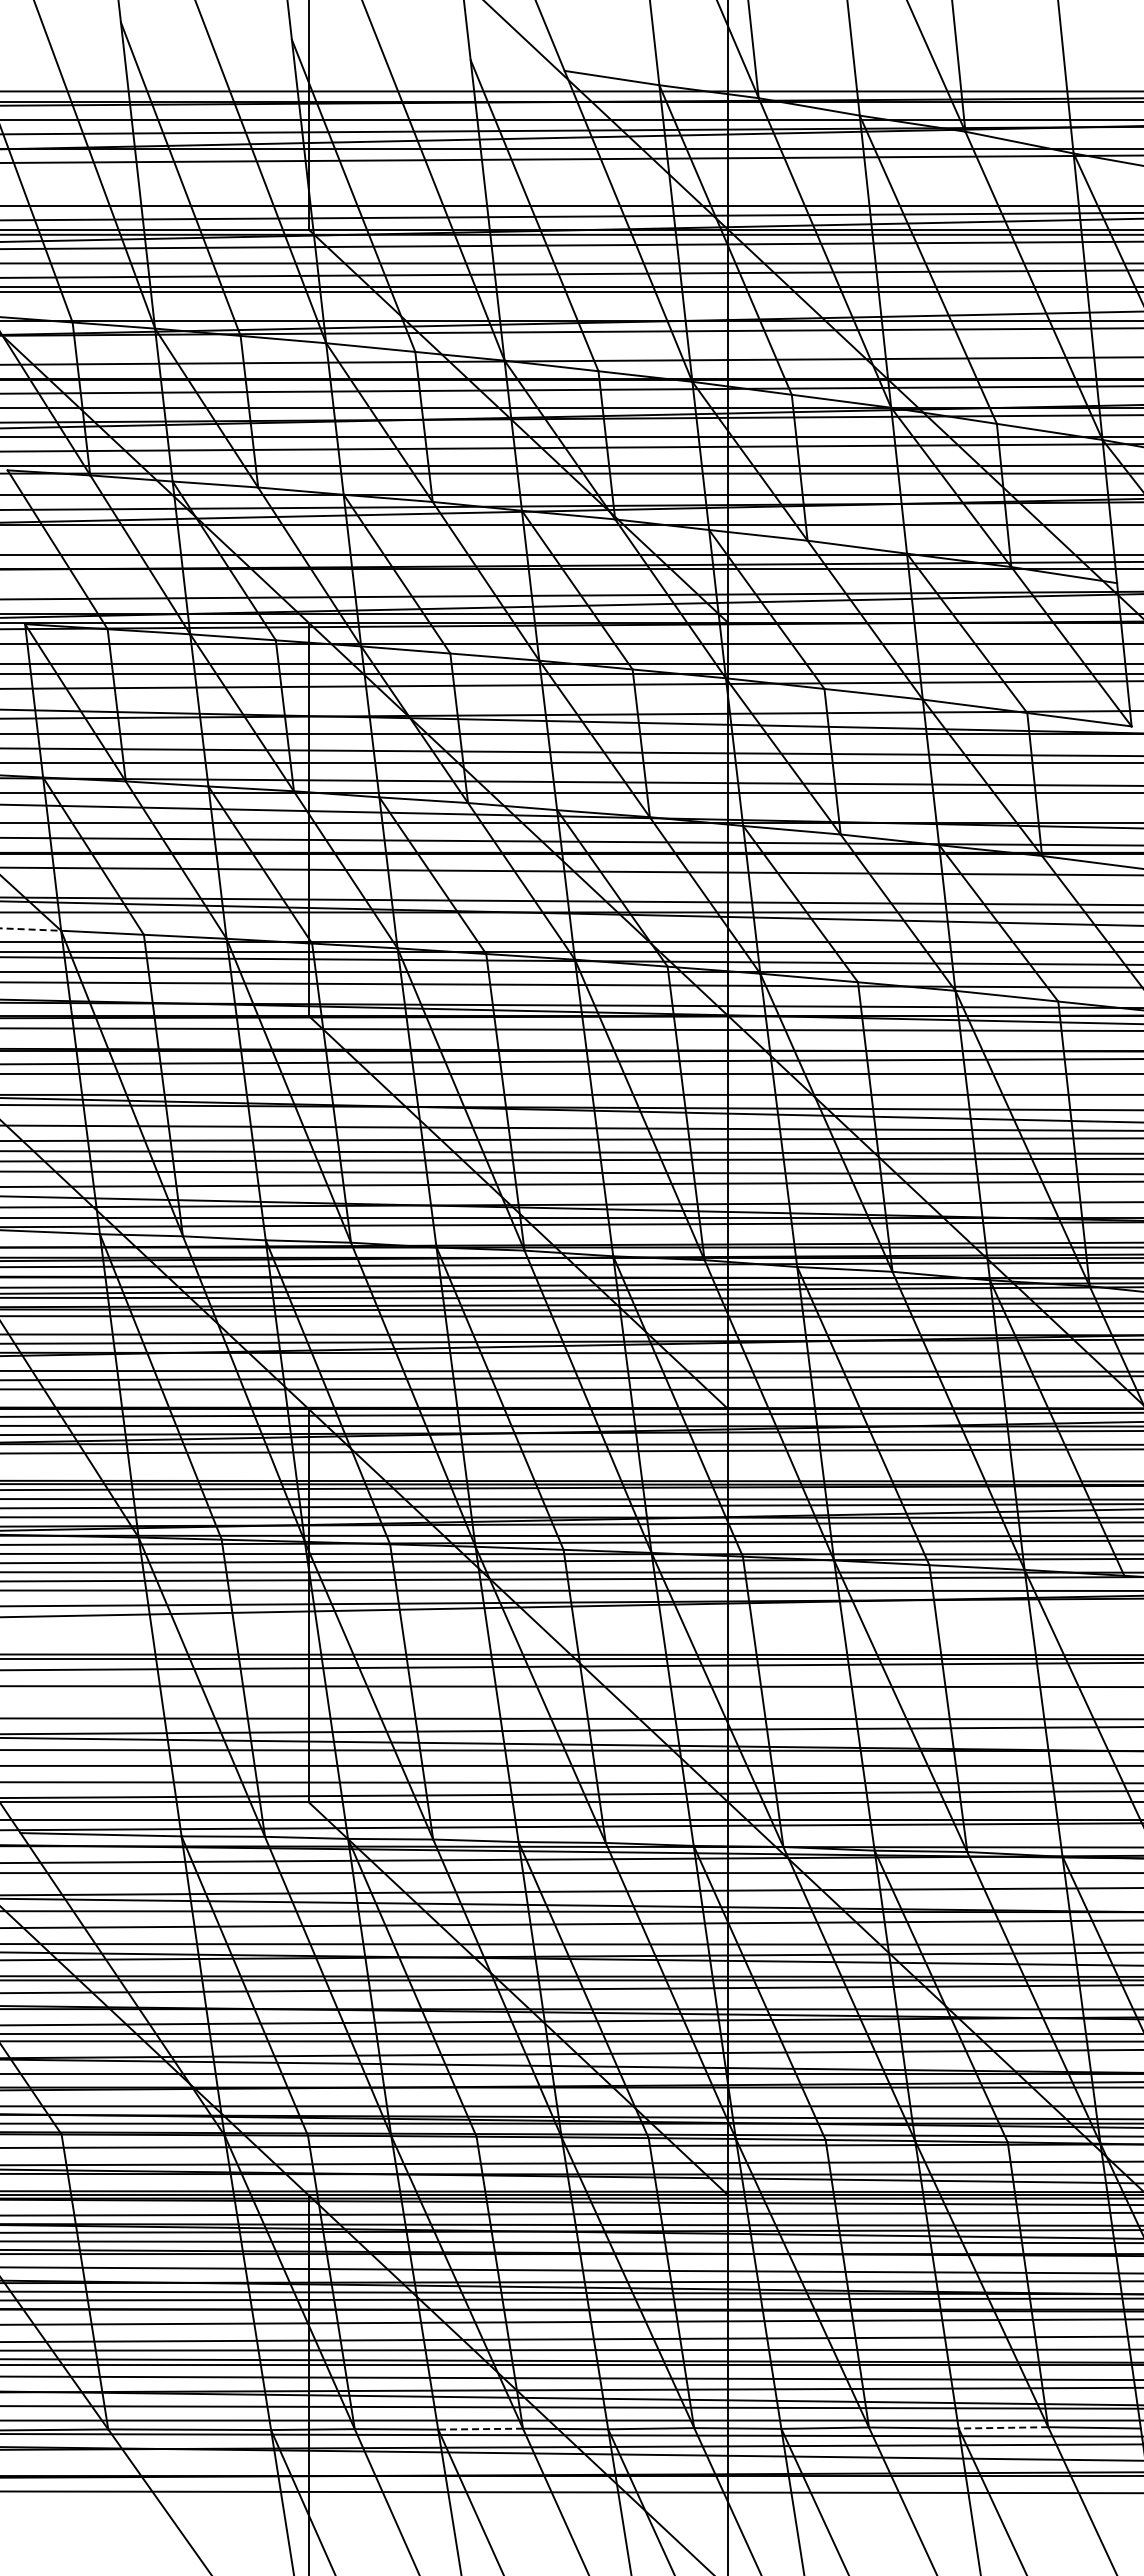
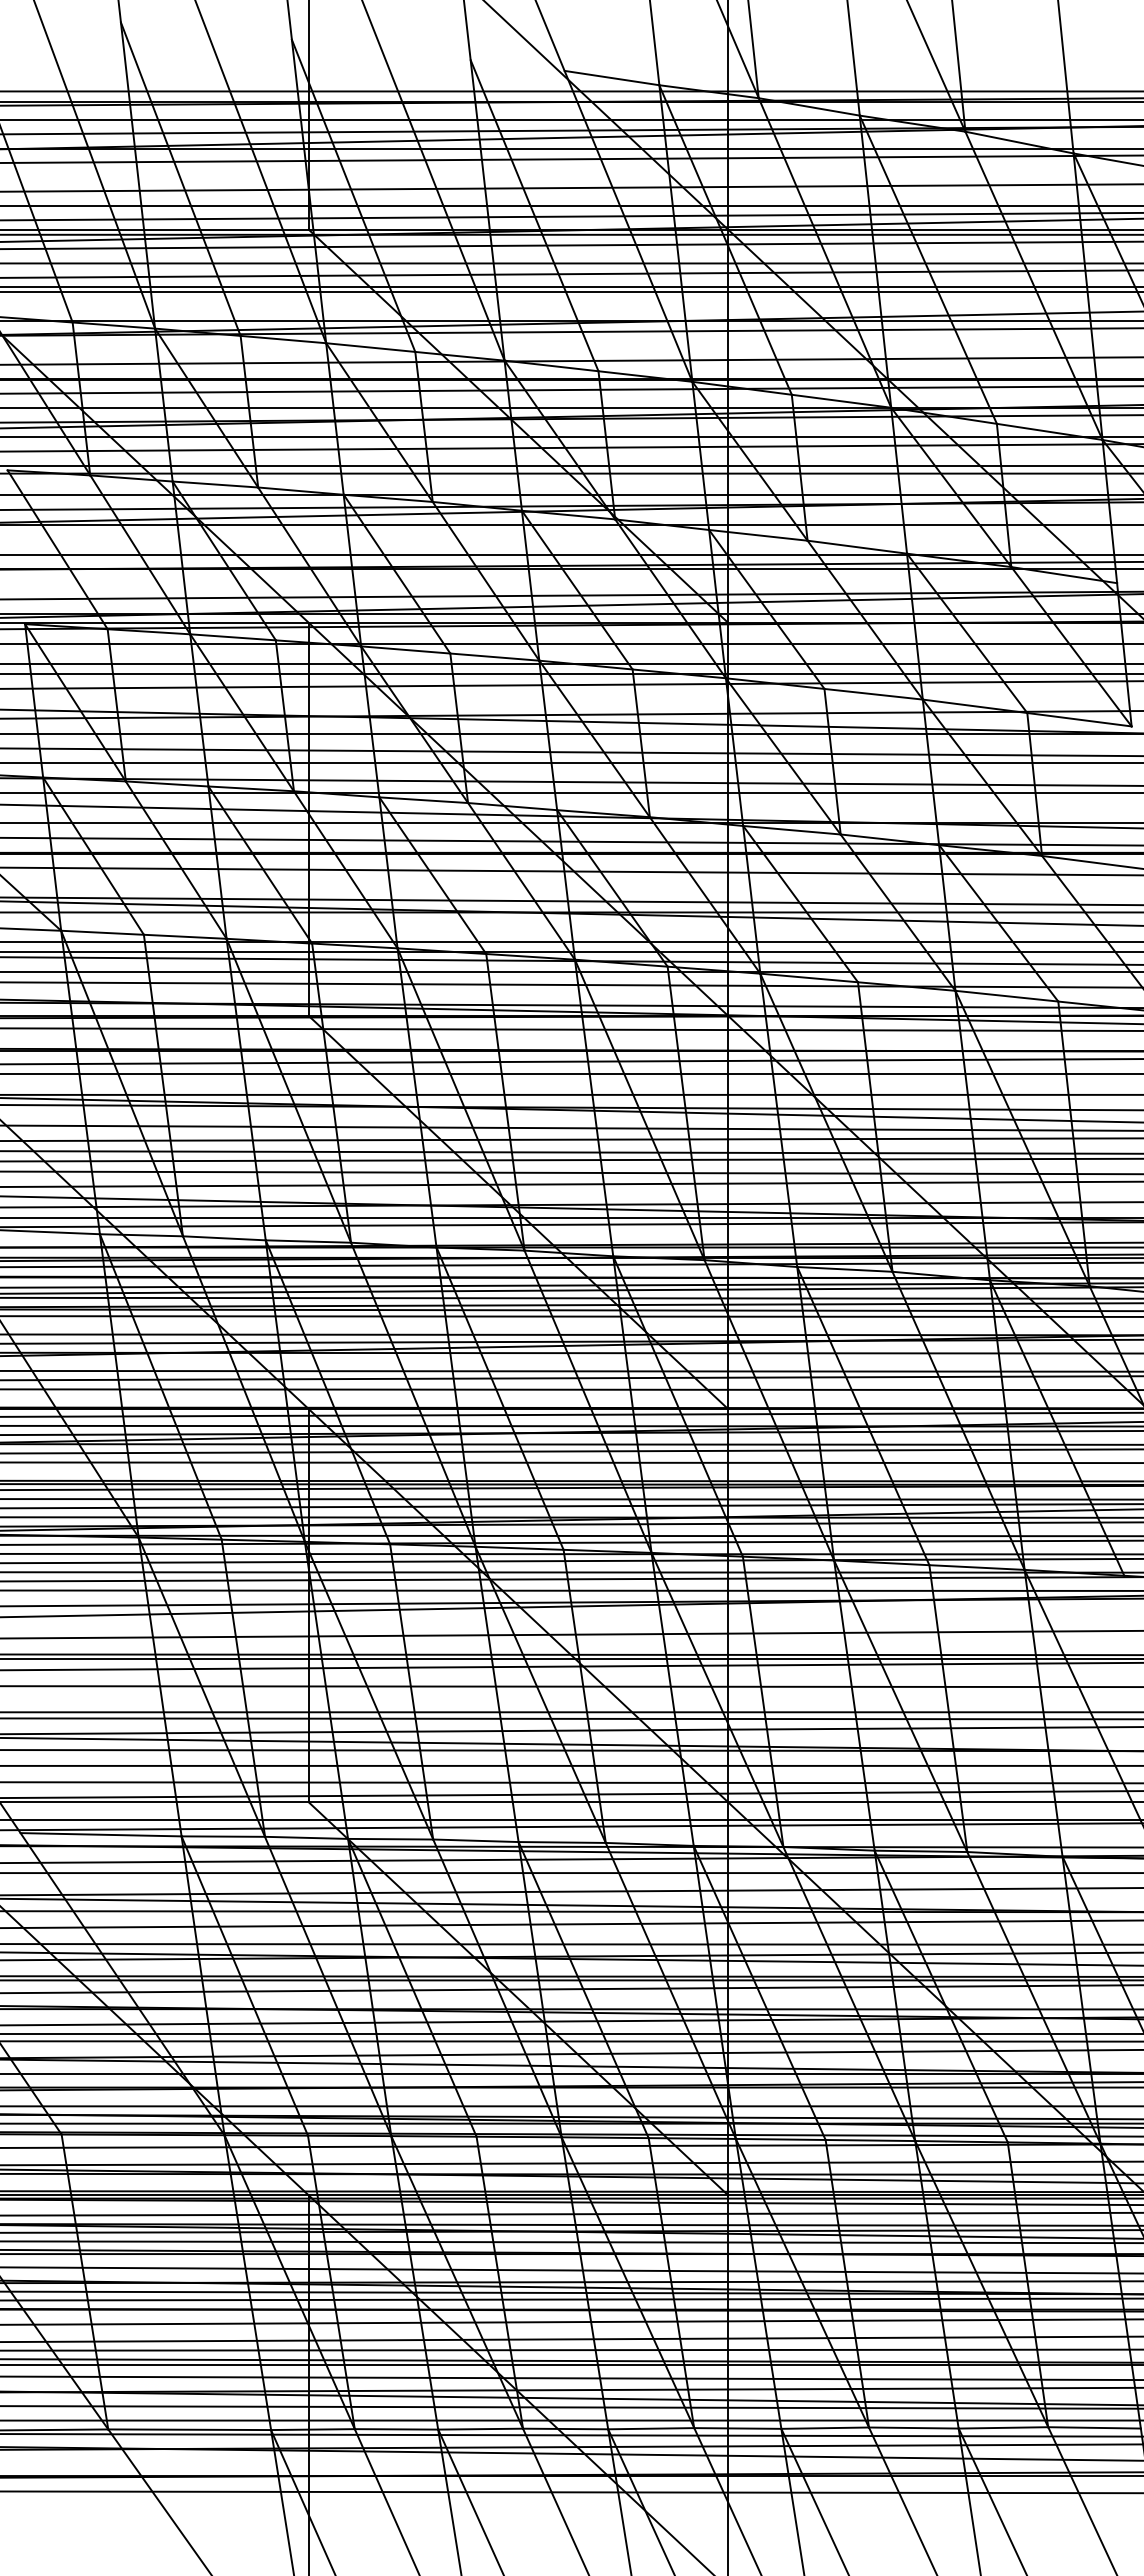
line at (571, 187): none -> present
line at (31, 929): dashed -> solid
line at (571, 1462): none -> present
line at (571, 1634): none -> present
line at (571, 1712): none -> present
line at (1003, 2427): dashed -> solid
line at (480, 2429): dashed -> solid
